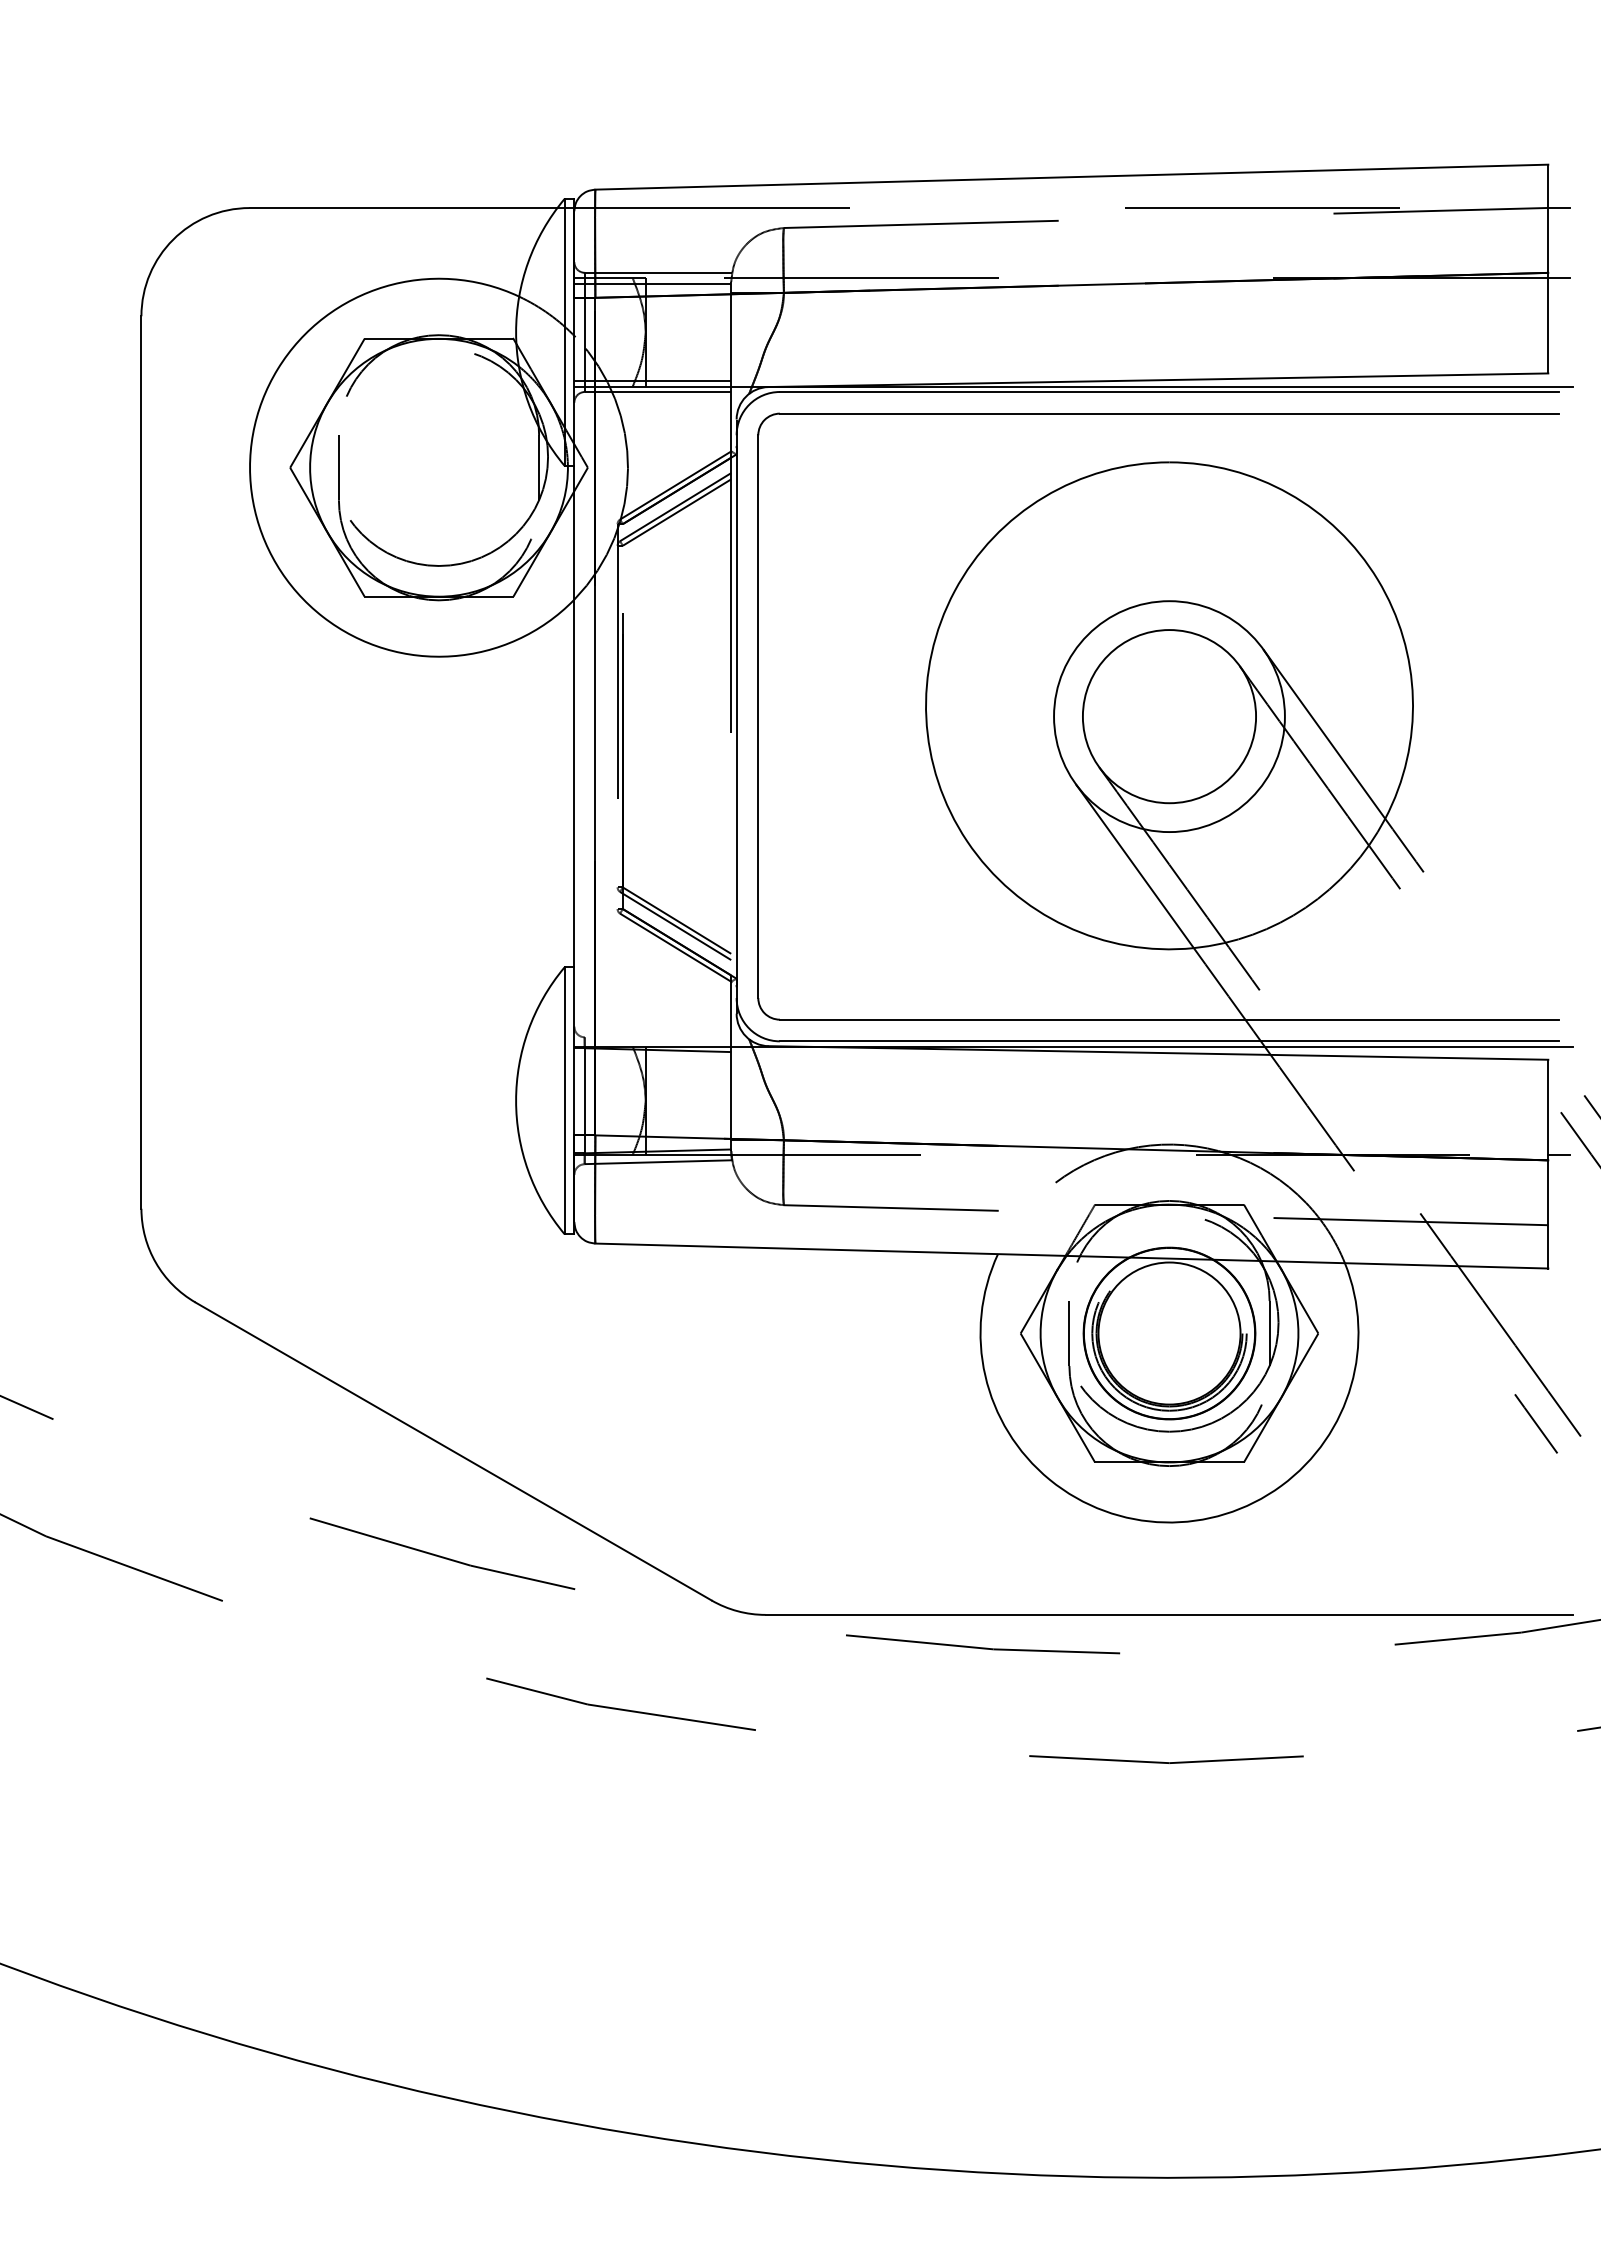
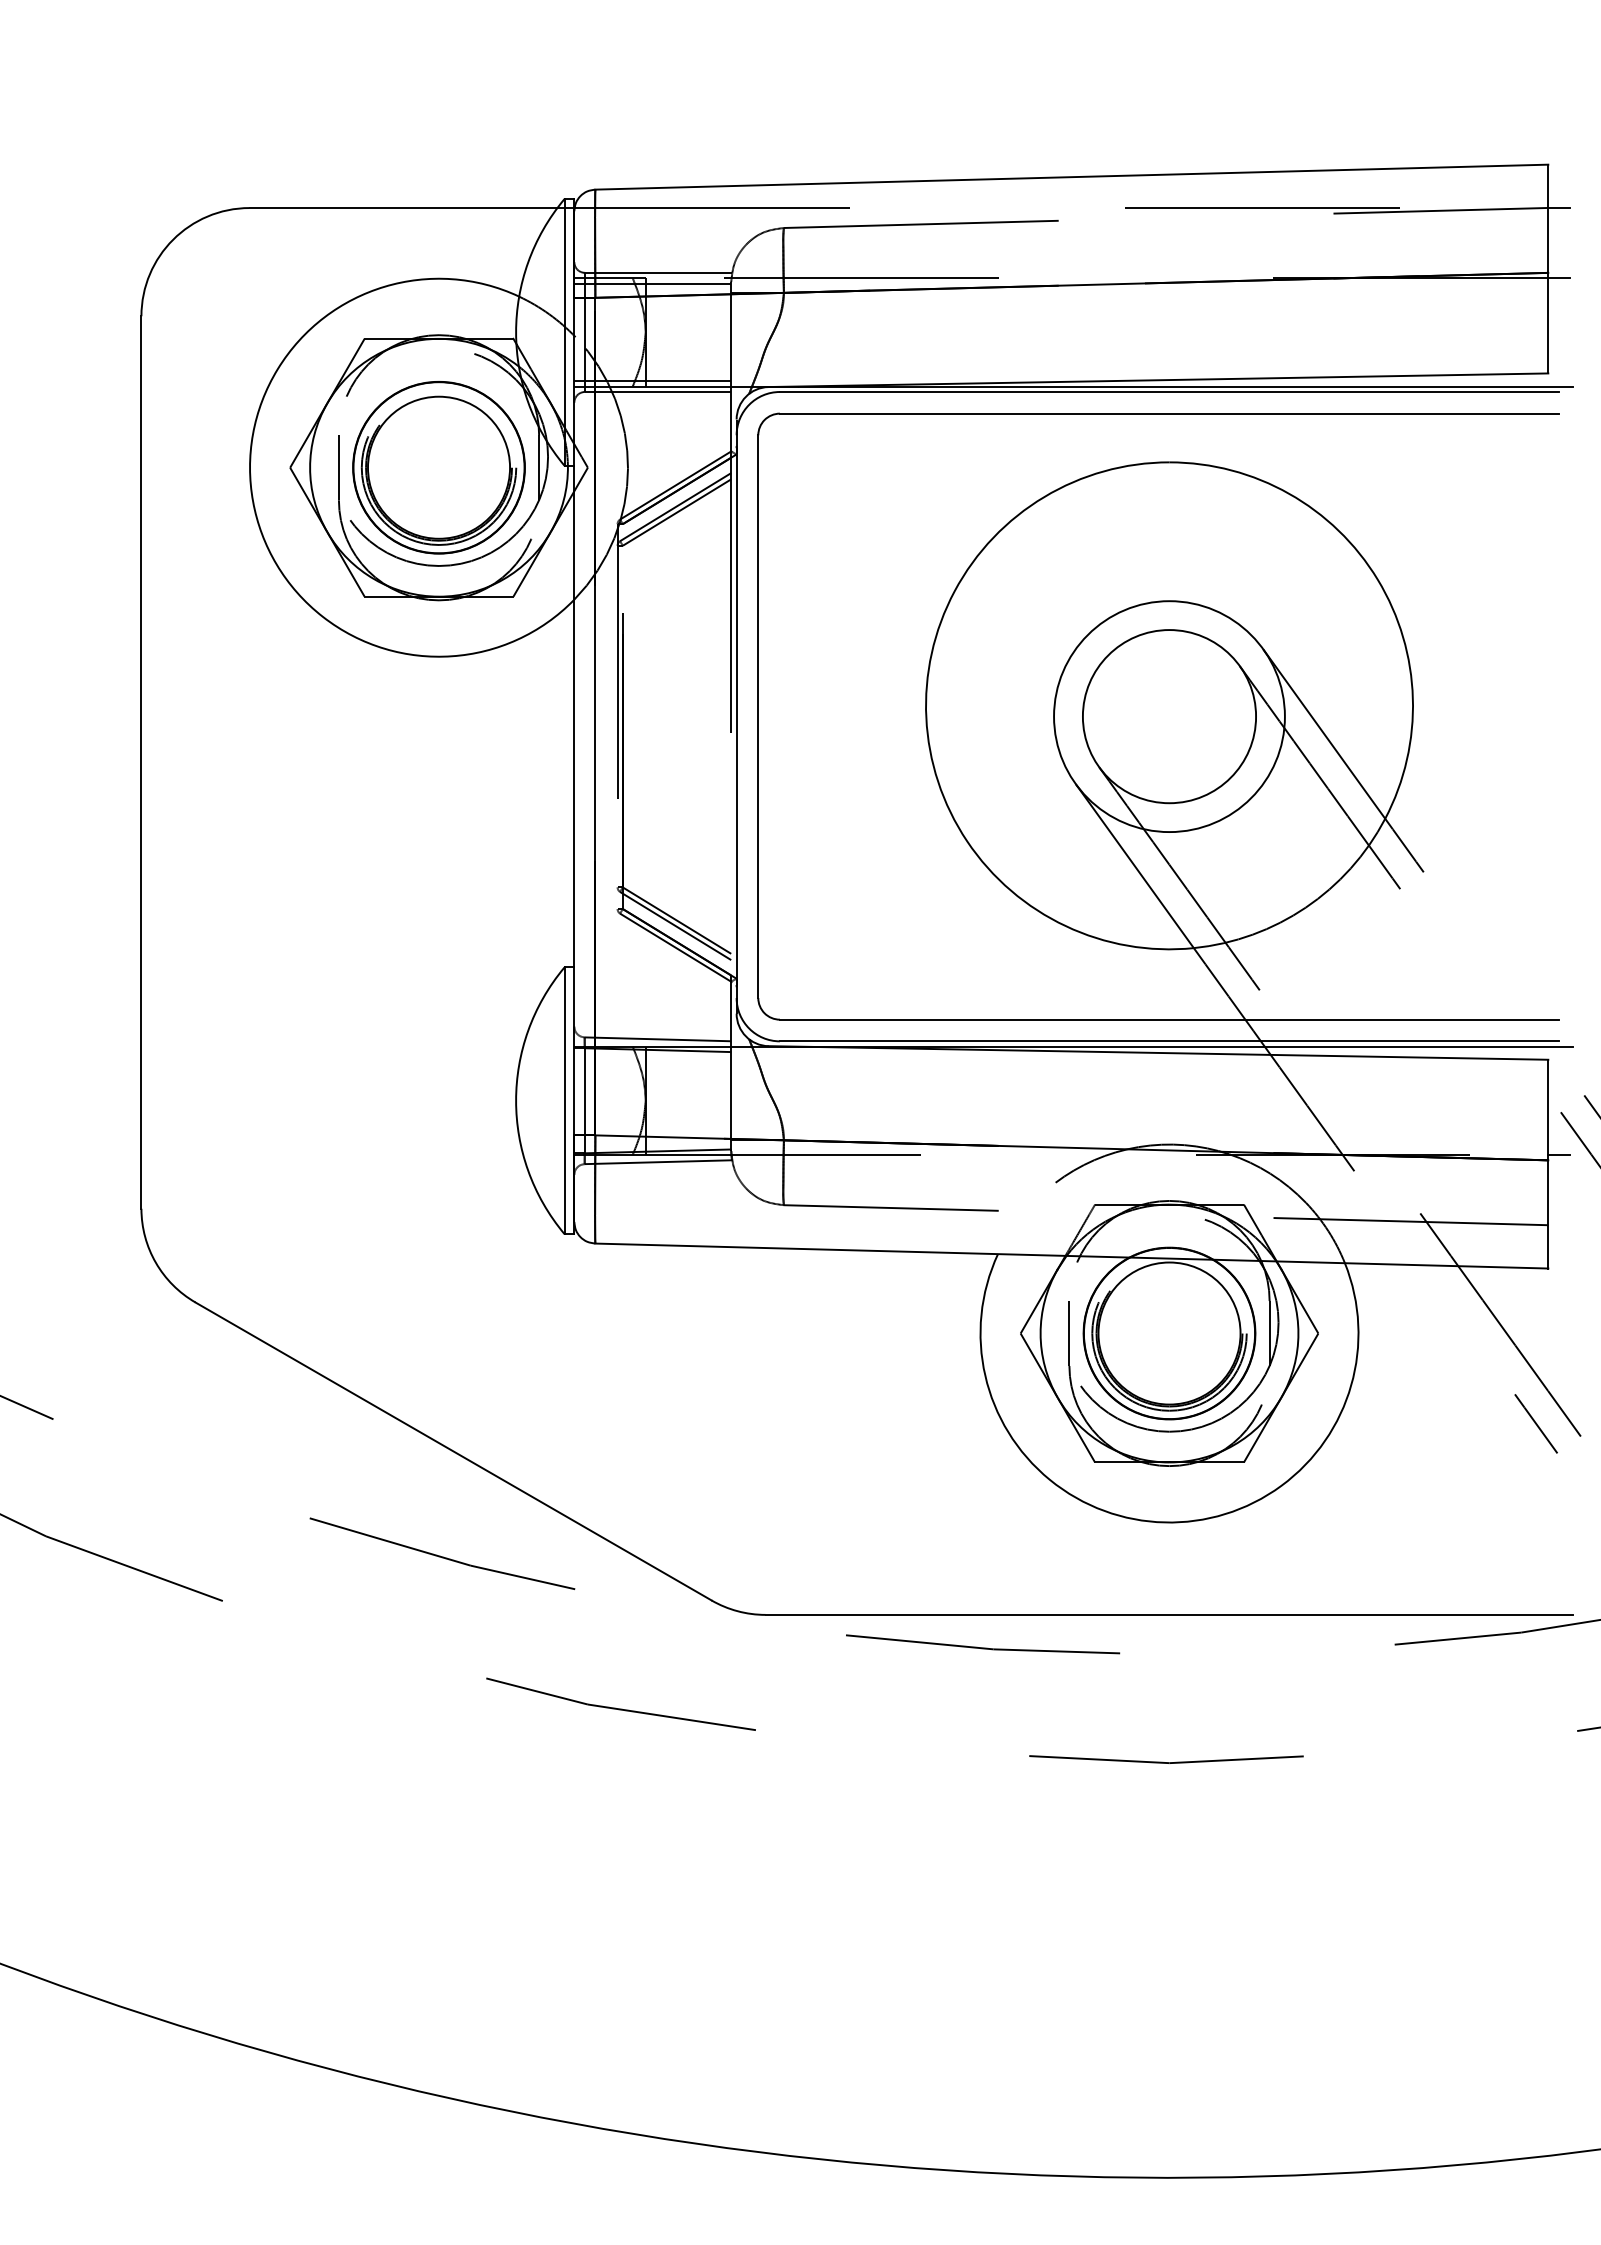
part at (438, 467): none -> present
line at (657, 1039): none -> present
